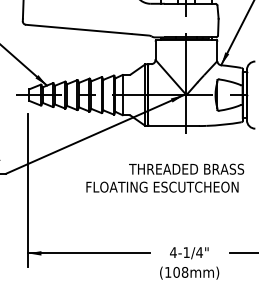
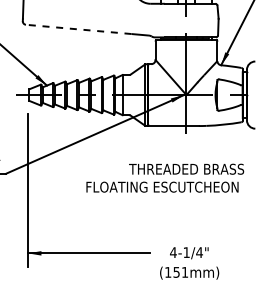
line at (78, 29): solid -> dashed
line at (242, 253): present -> none
text at (180, 271): (108mm) -> (151mm)
